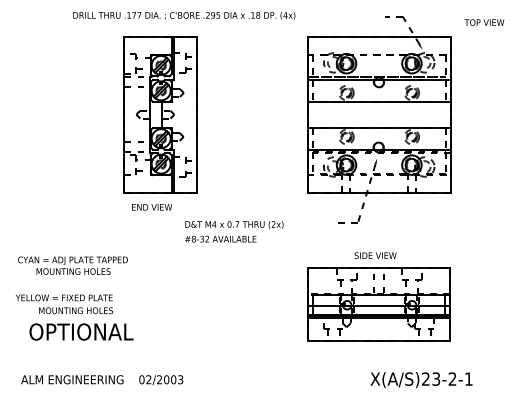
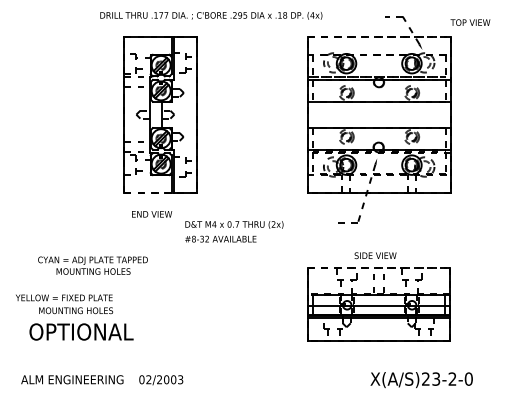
text at (184, 15) position: (184, 15) -> (211, 15)
text at (484, 22) position: (484, 22) -> (470, 22)
line at (379, 36): solid -> dashed
line at (148, 193): solid -> dashed
text at (152, 207) position: (152, 207) -> (152, 214)
text at (72, 265) position: (72, 265) -> (92, 265)
line at (379, 268): solid -> dashed
text at (468, 378): X(A/S)23-2-1 -> X(A/S)23-2-0
